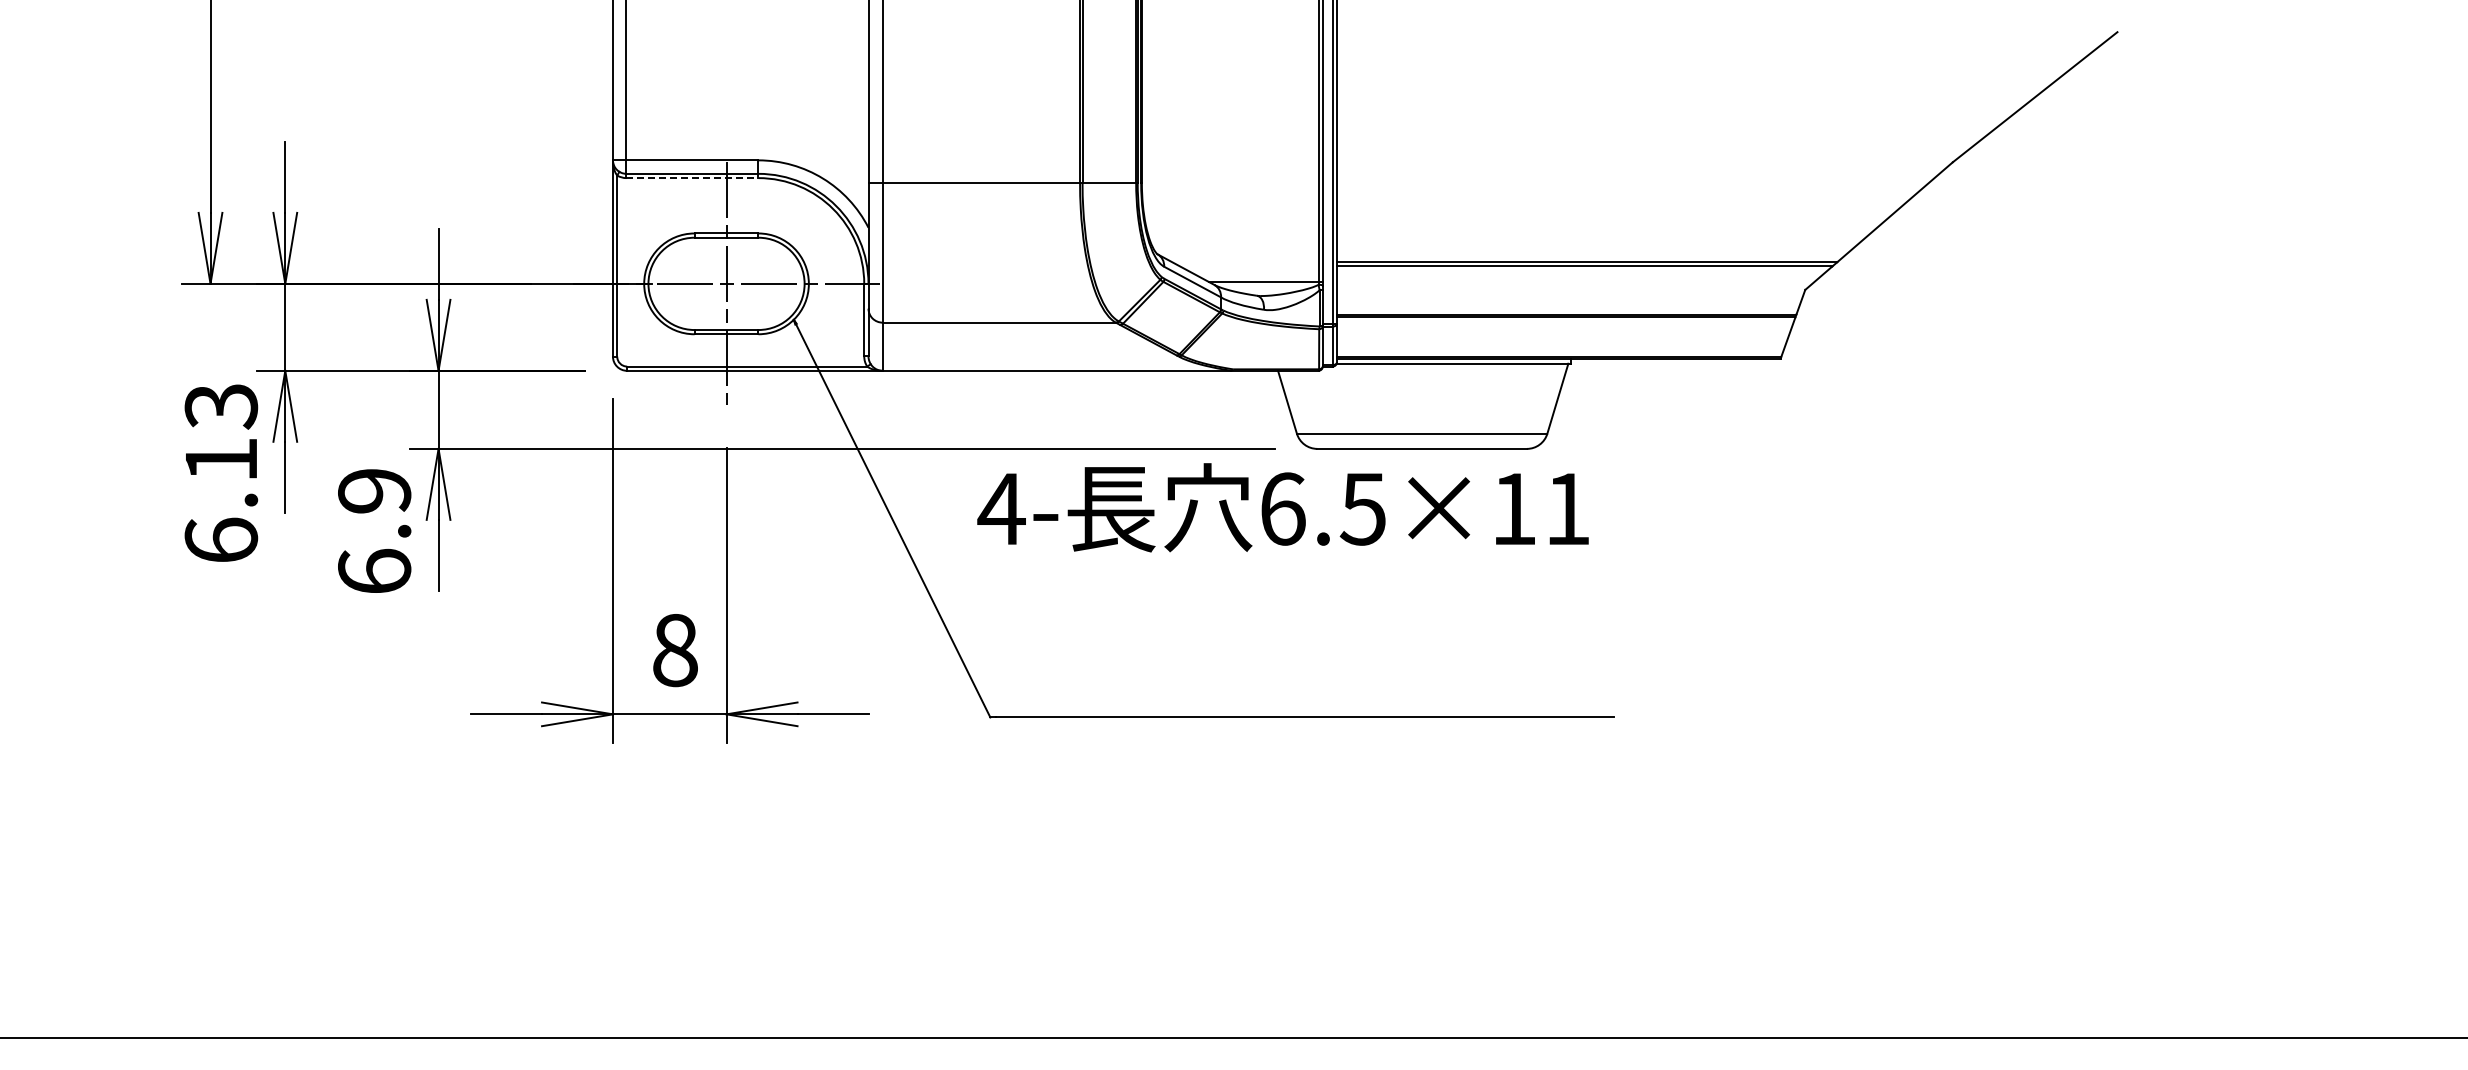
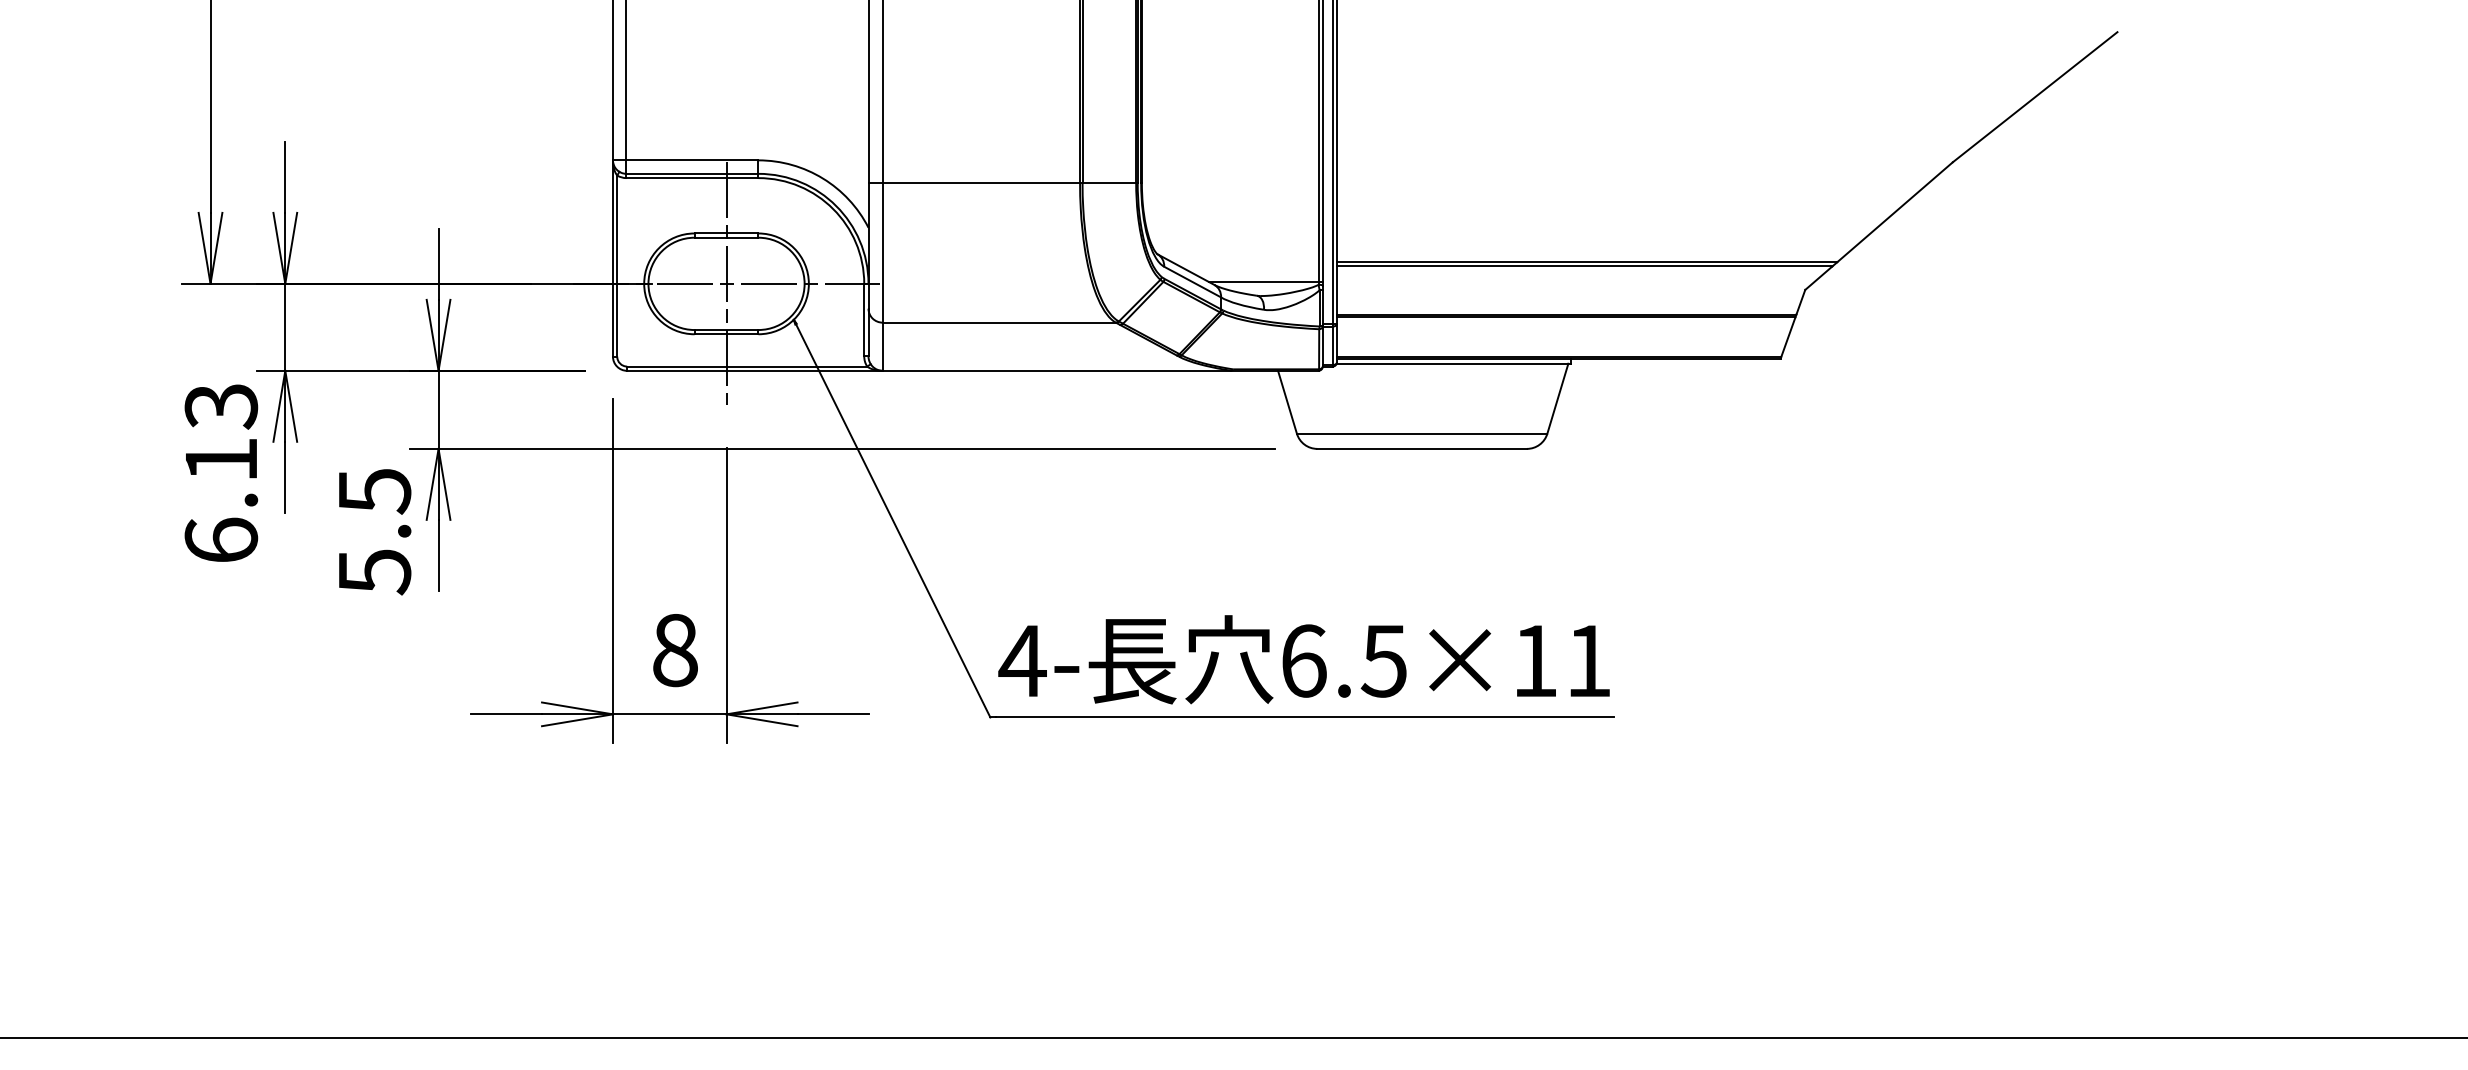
line at (692, 178): dashed -> solid
text at (1282, 507) position: (1282, 507) -> (1303, 659)
text at (374, 532): 6.9 -> 5.5
